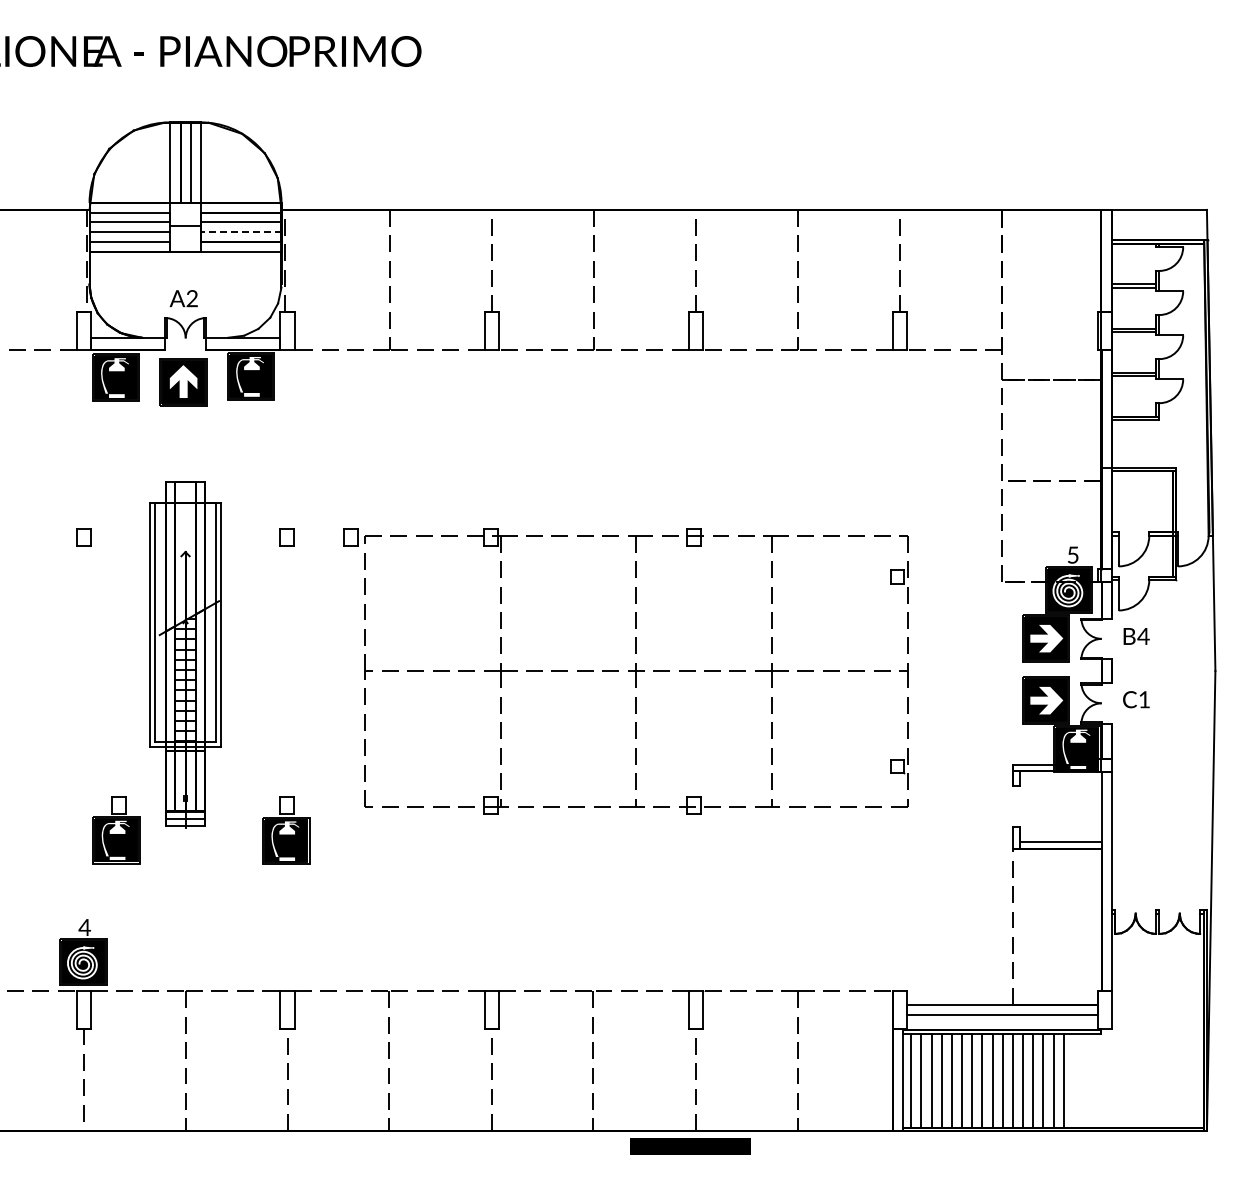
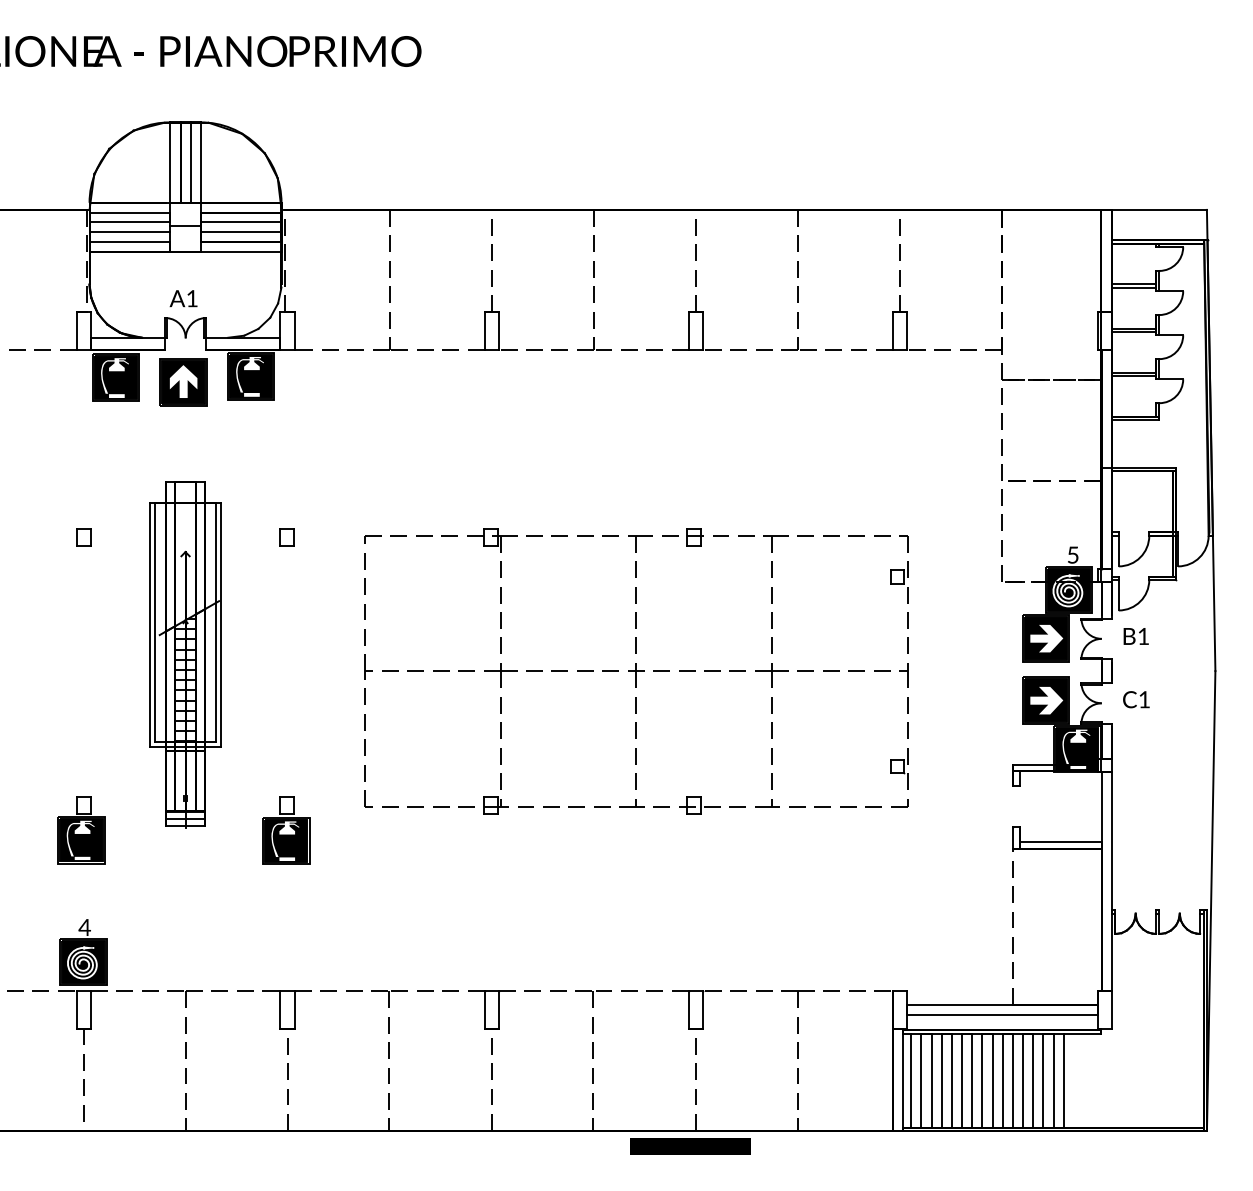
line at (240, 232): dashed -> solid
text at (191, 298): A2 -> A1
part at (350, 537): present -> none
text at (1143, 636): B4 -> B1
part at (116, 830) position: (116, 830) -> (81, 830)
